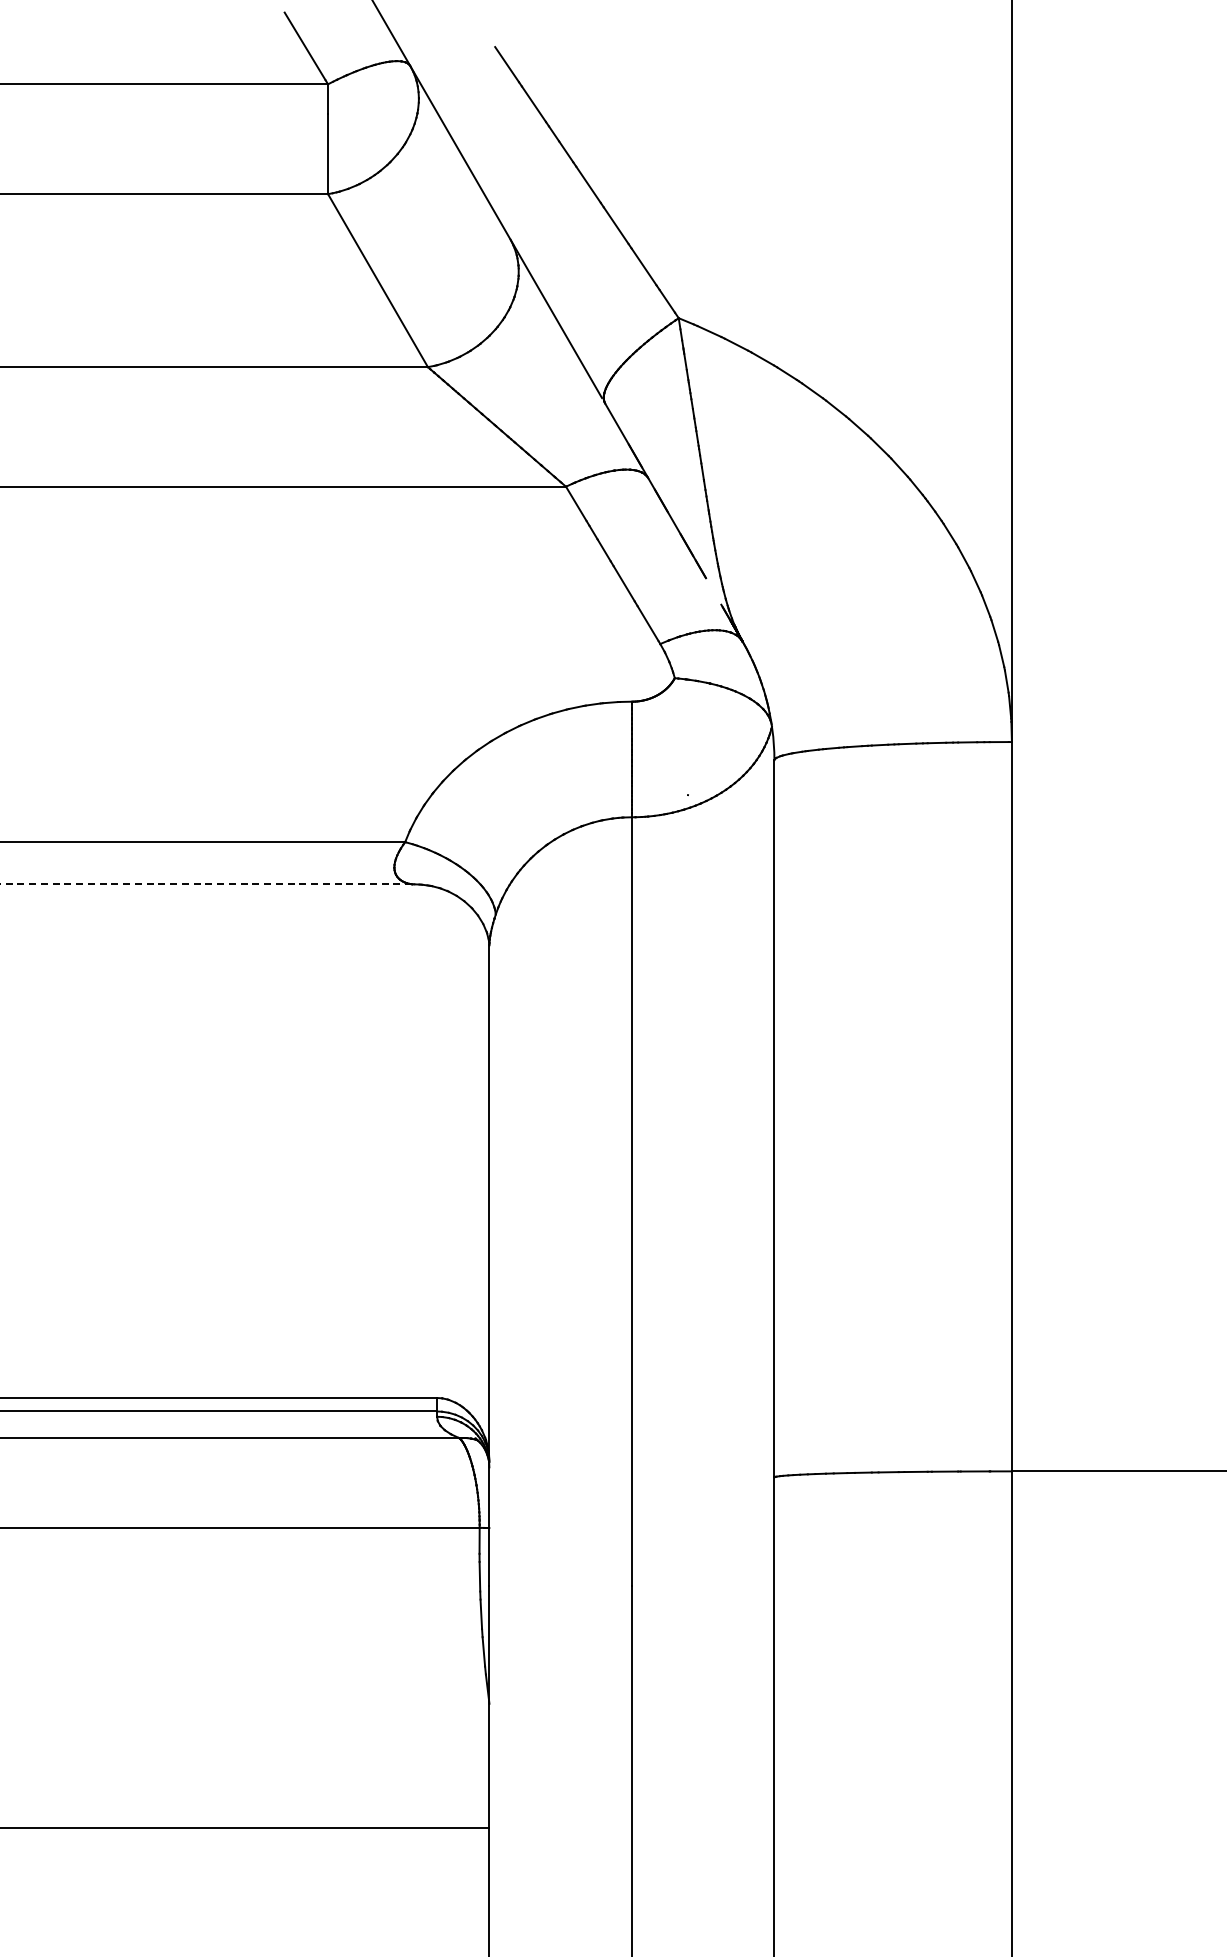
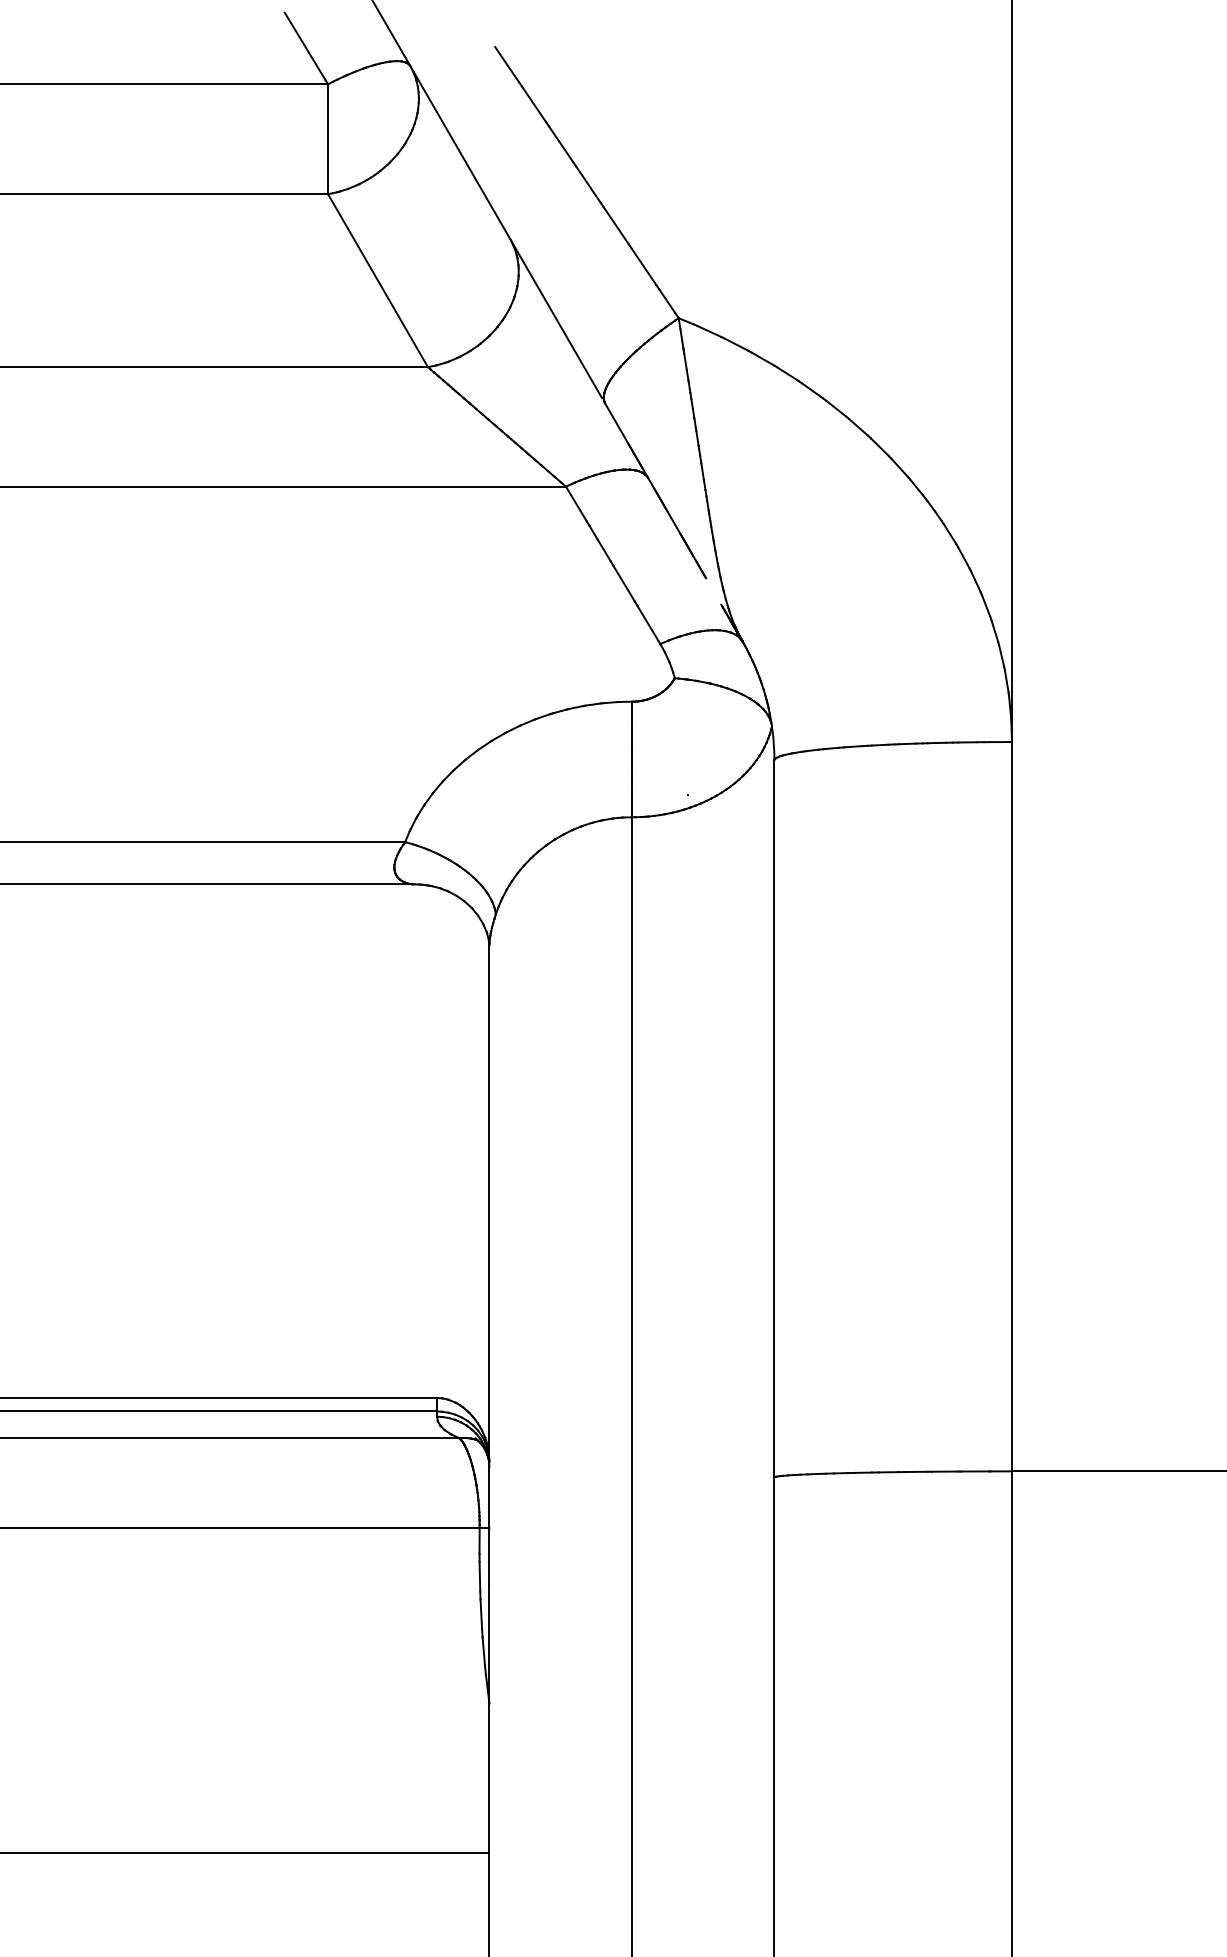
line at (206, 884): dashed -> solid
line at (245, 1828) position: (245, 1828) -> (245, 1853)
